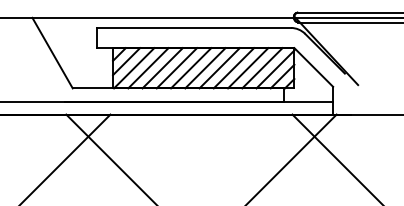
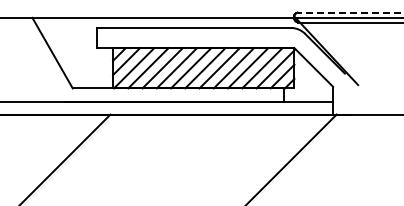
line at (350, 12): solid -> dashed
line at (110, 158): present -> none
line at (336, 158): present -> none
